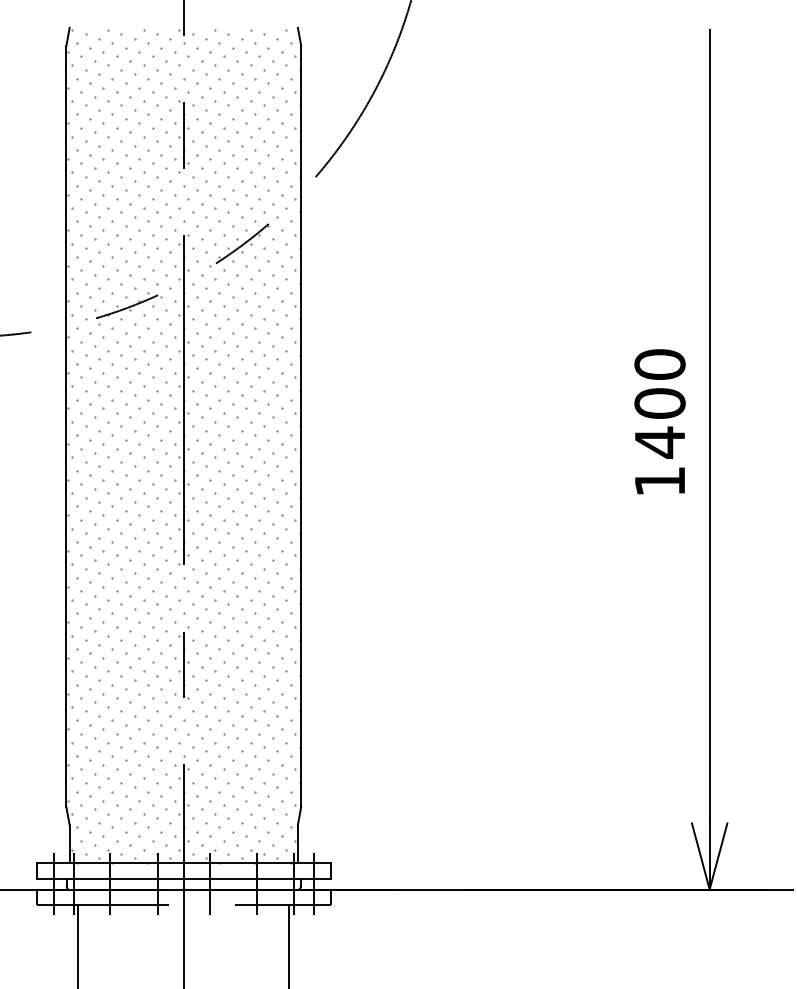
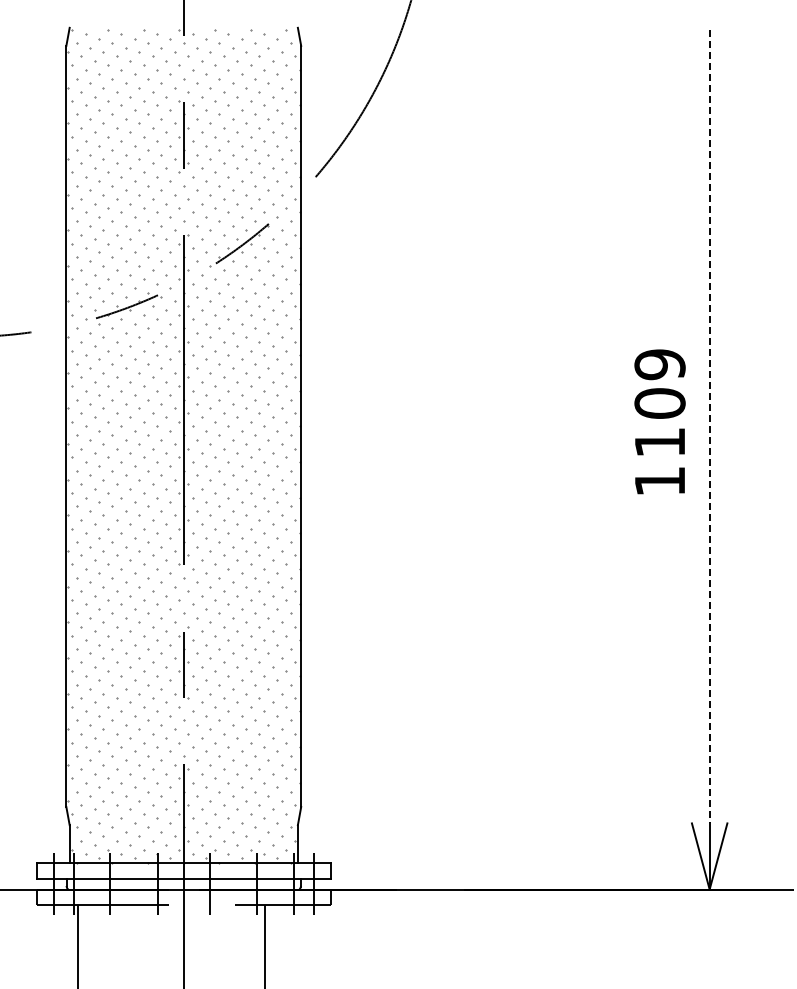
text at (659, 403): 1400 -> 1109
line at (709, 426): solid -> dashed
line at (289, 945) position: (289, 945) -> (265, 945)
